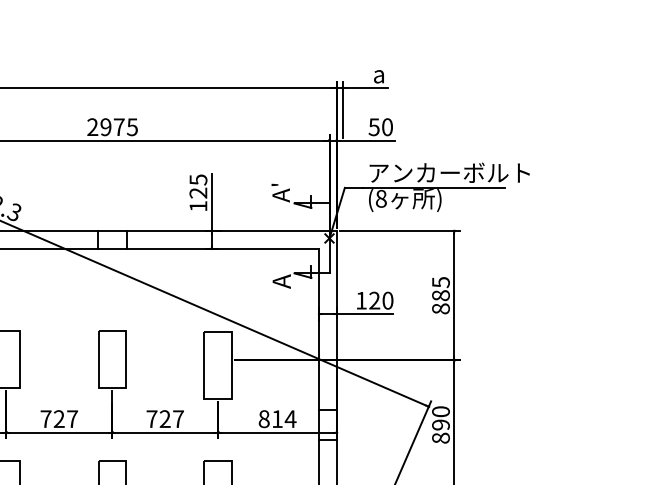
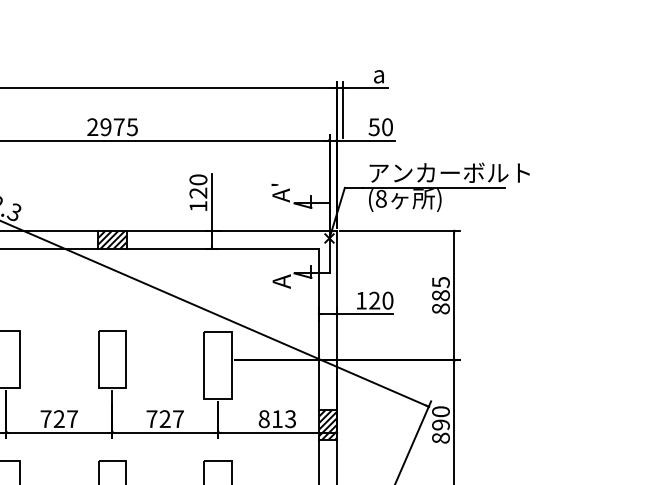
text at (198, 179): 125 -> 120
hatch at (111, 239): none -> present
text at (290, 419): 814 -> 813
hatch at (327, 424): none -> present
